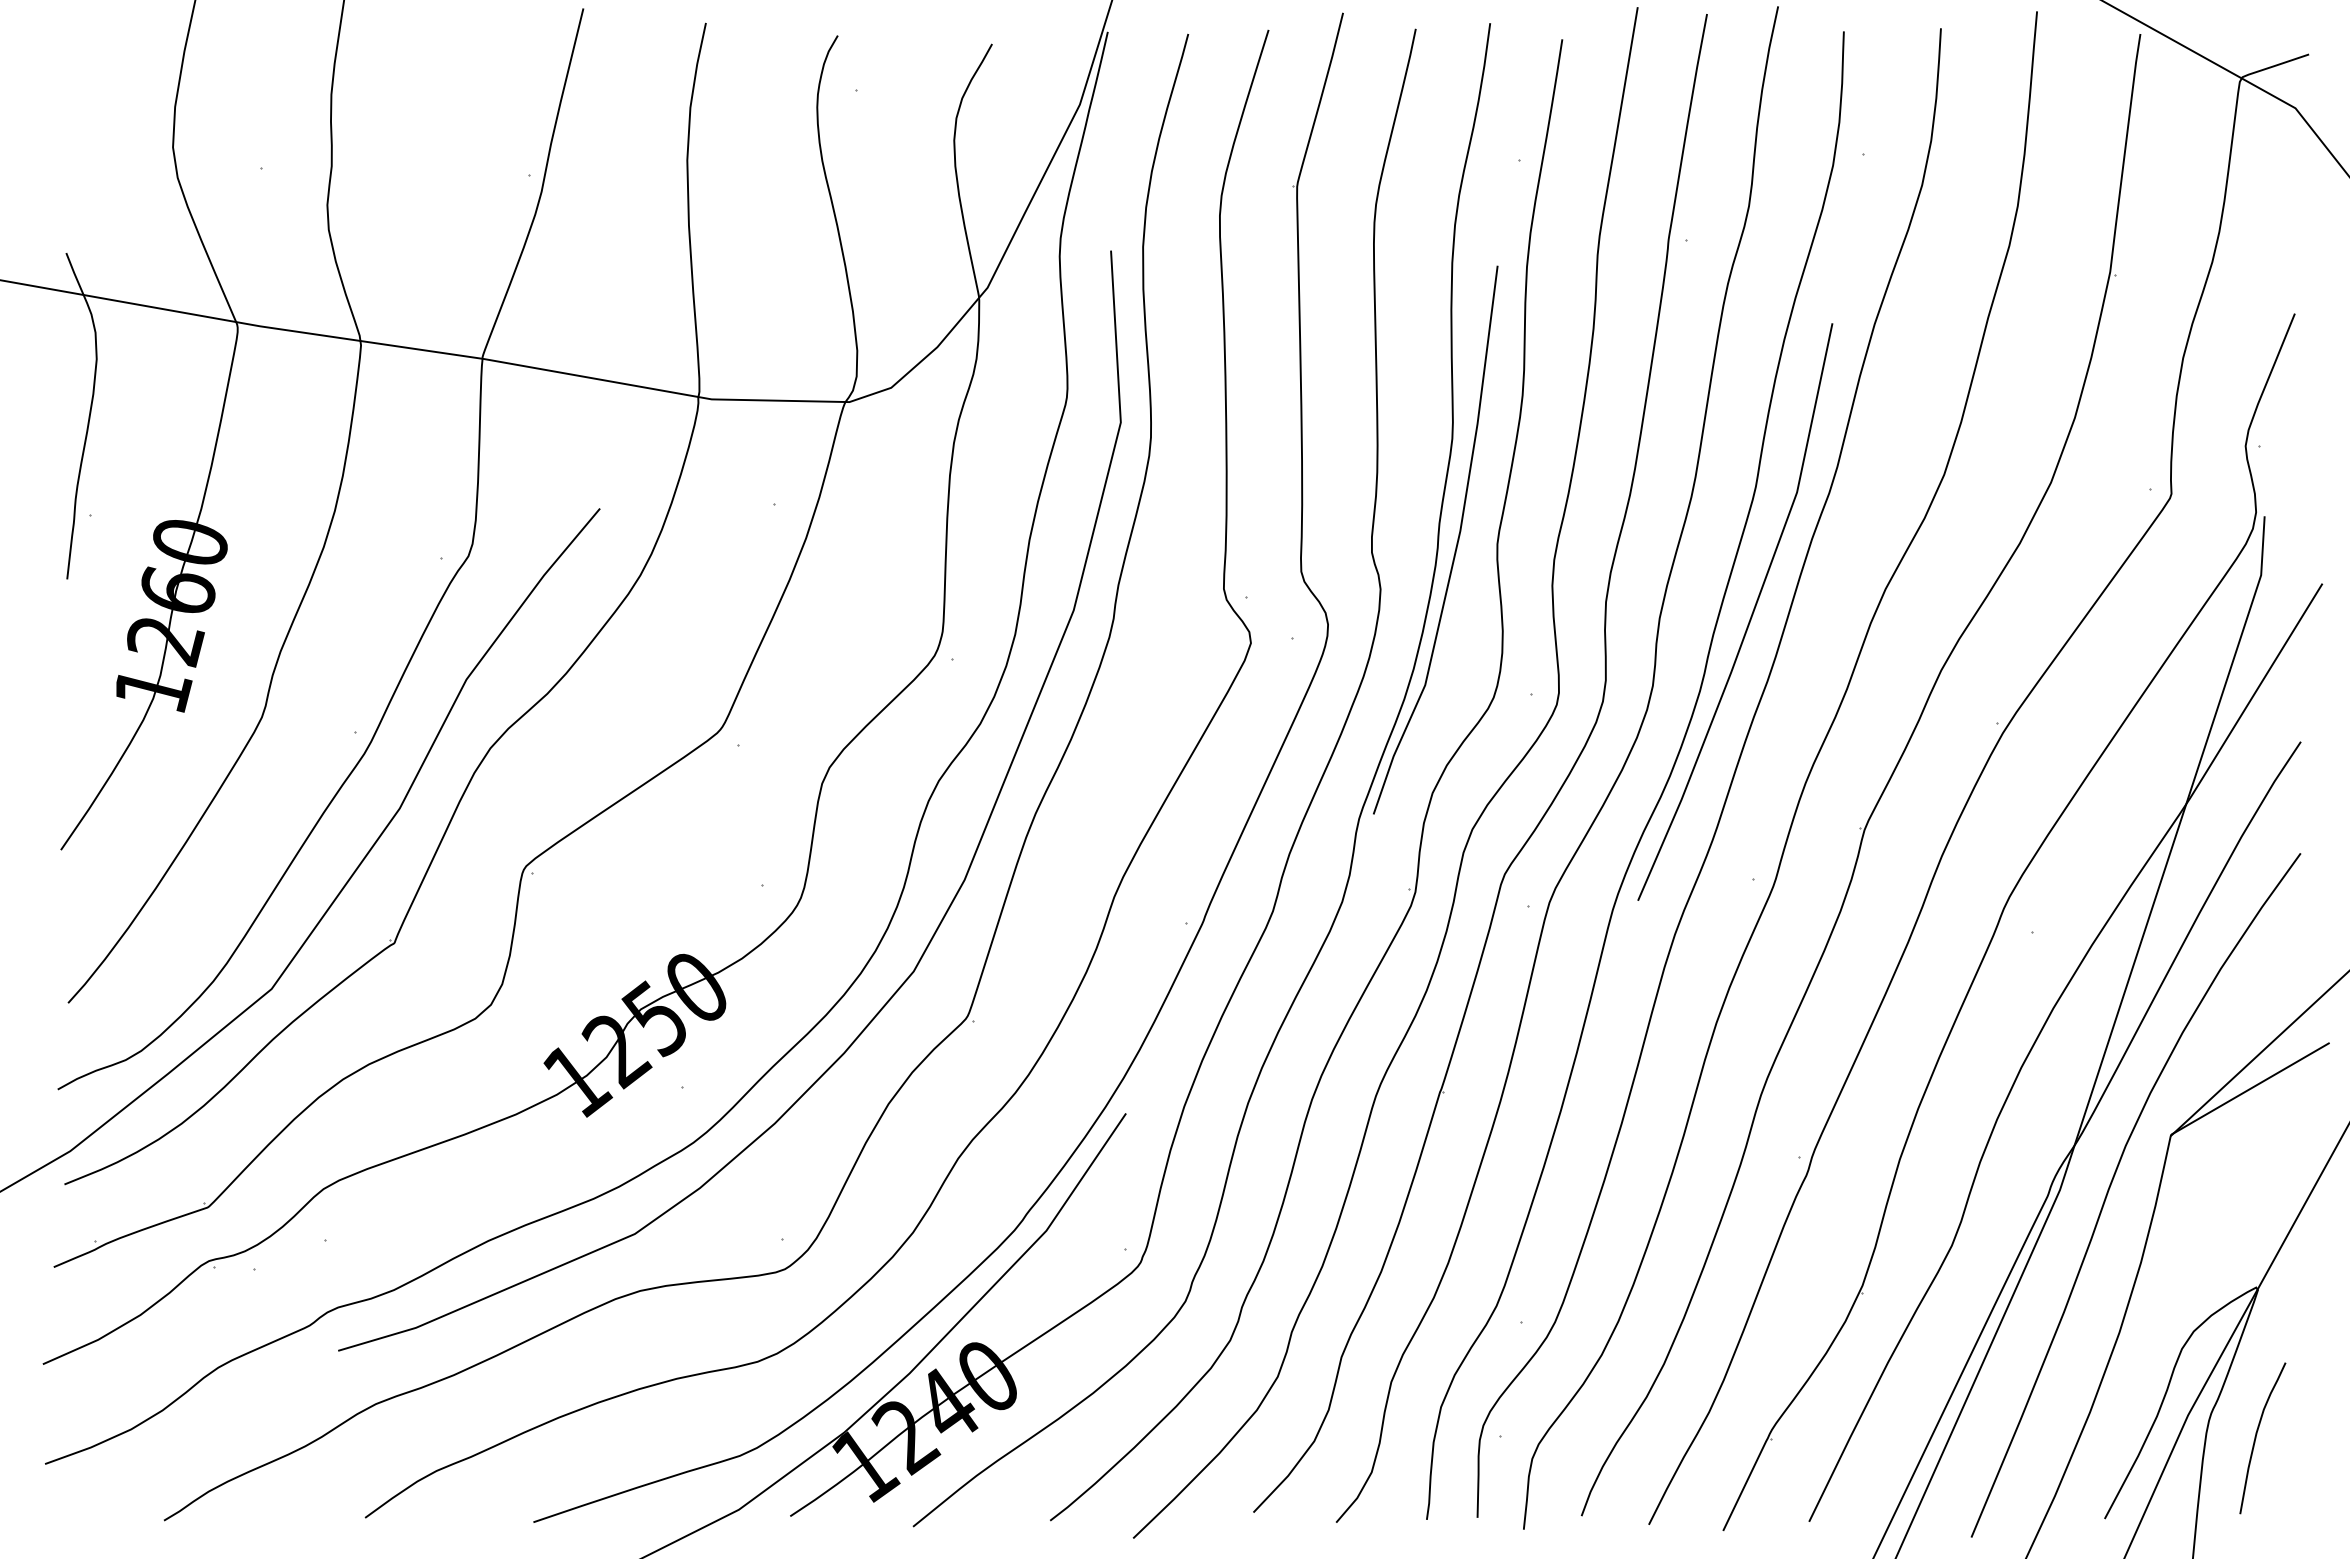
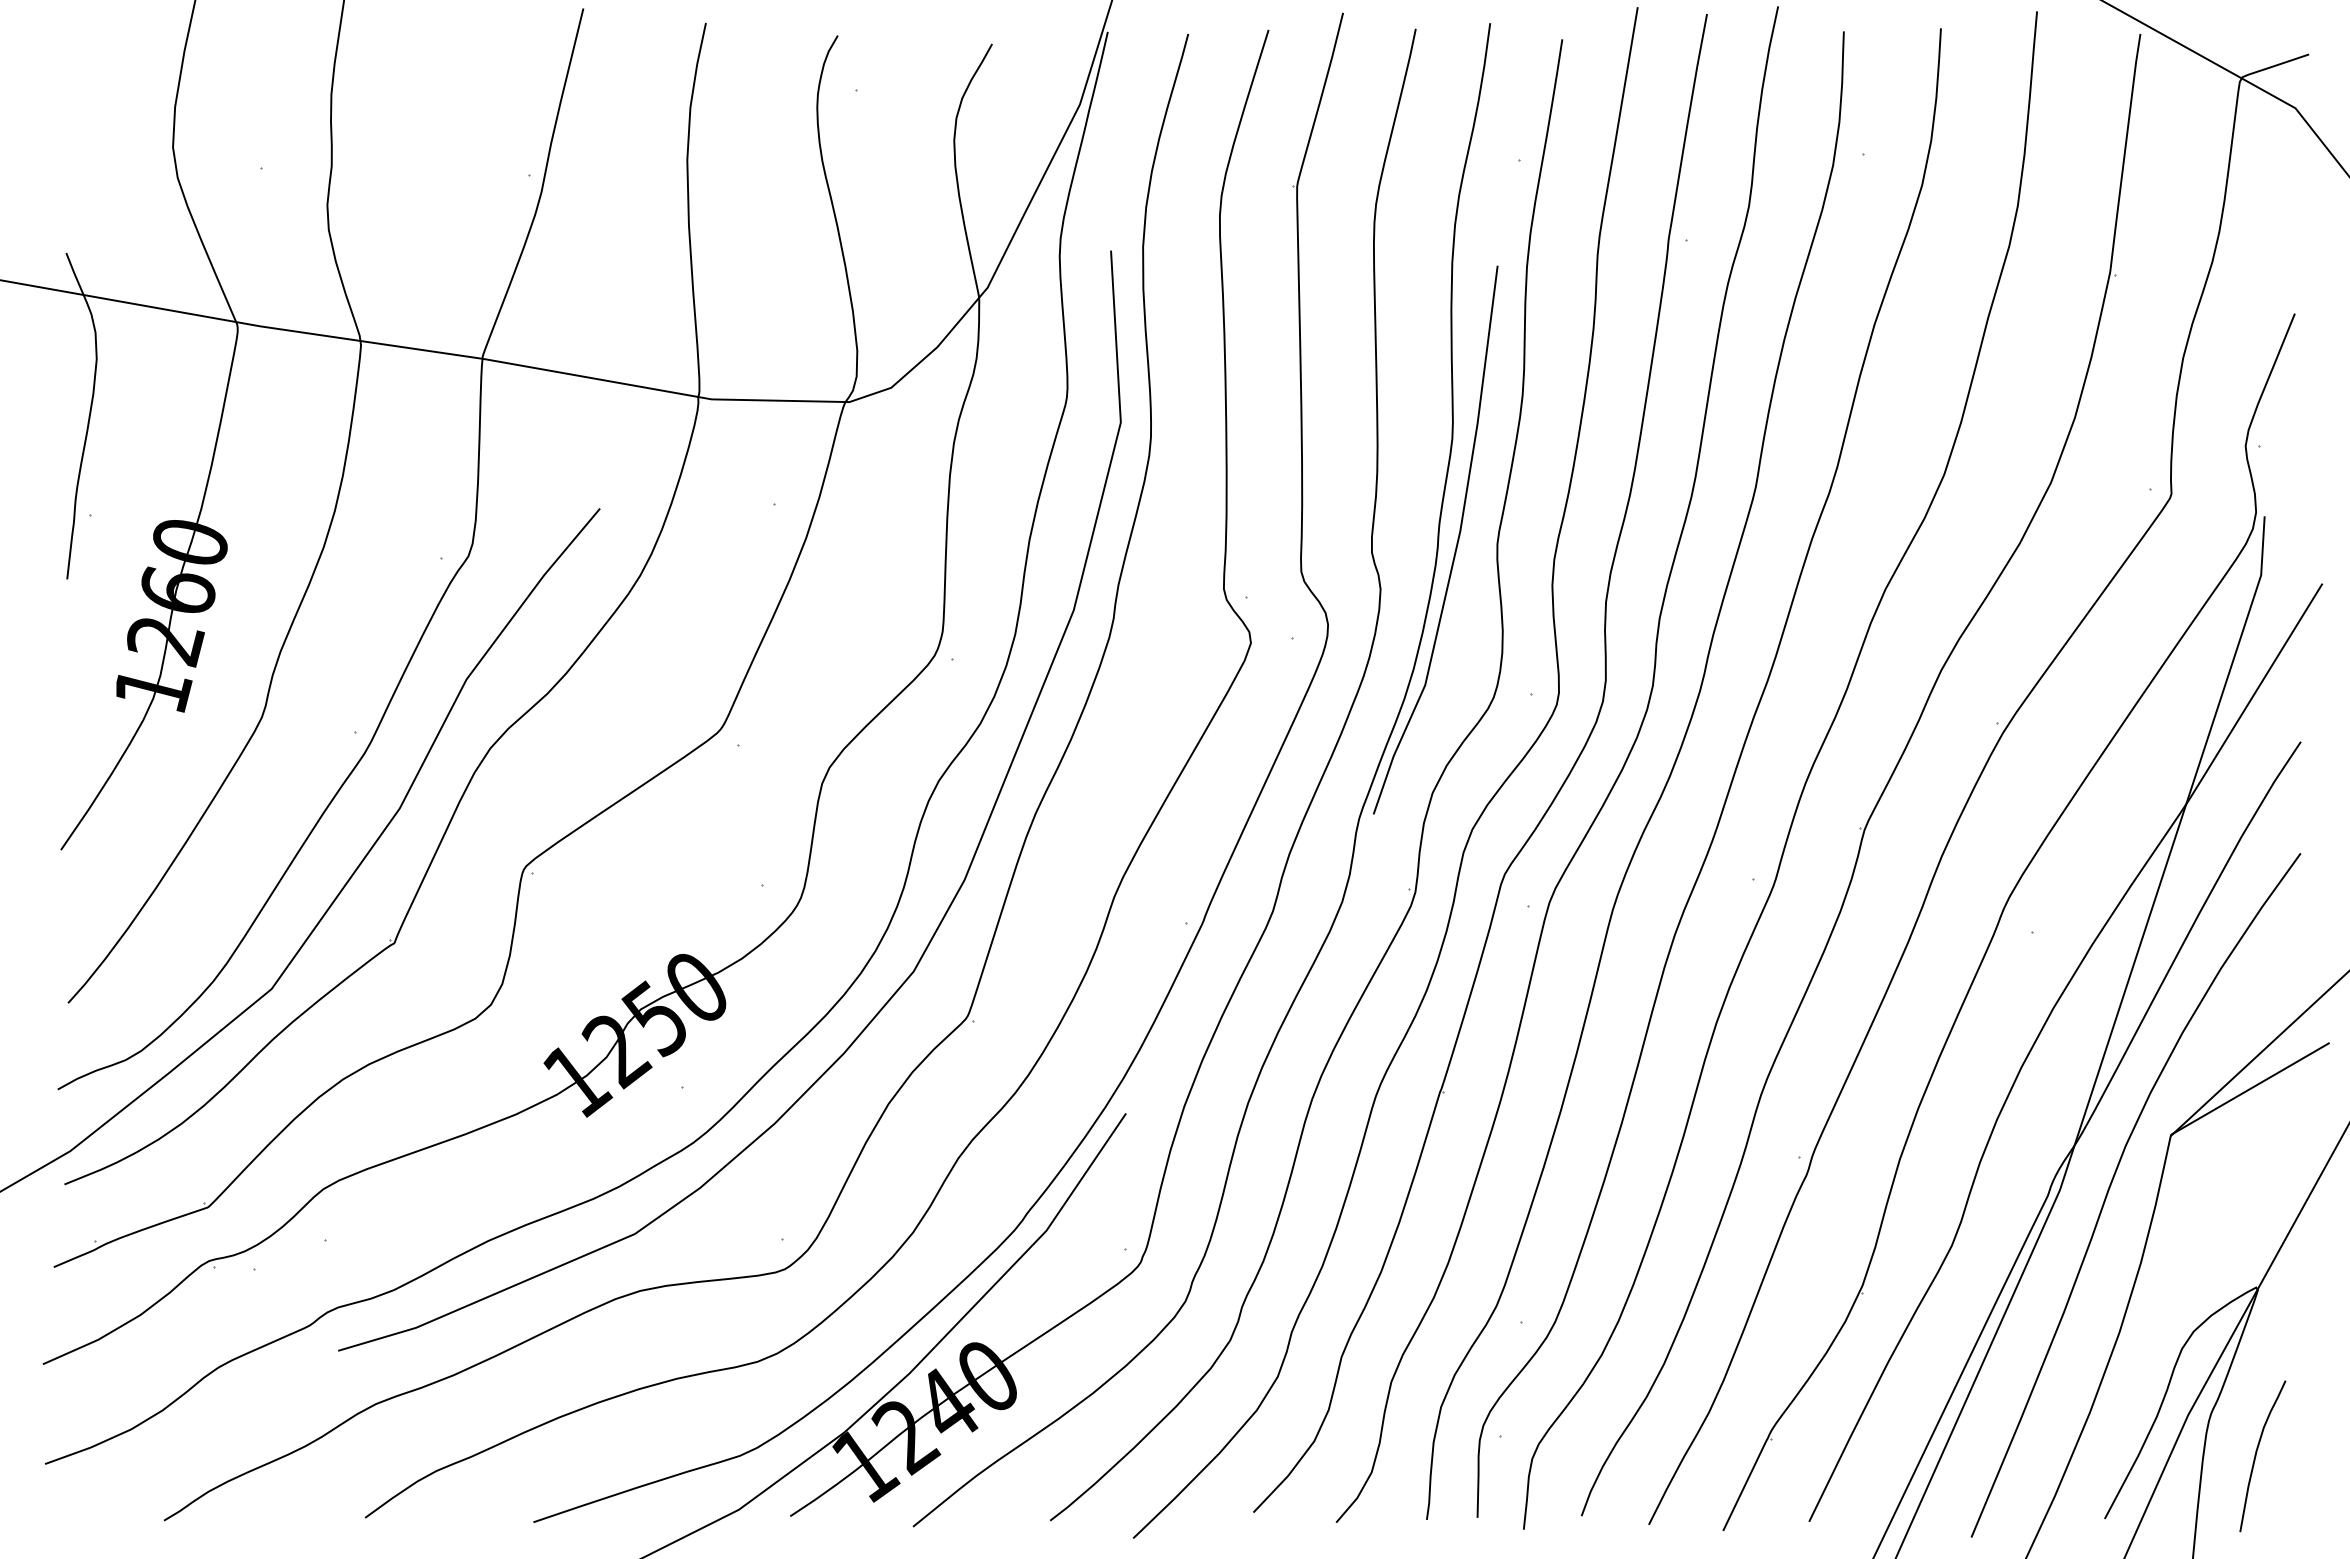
line at (1750, 616): present -> none
curve at (2256, 1438) position: (2256, 1438) -> (2256, 1456)
